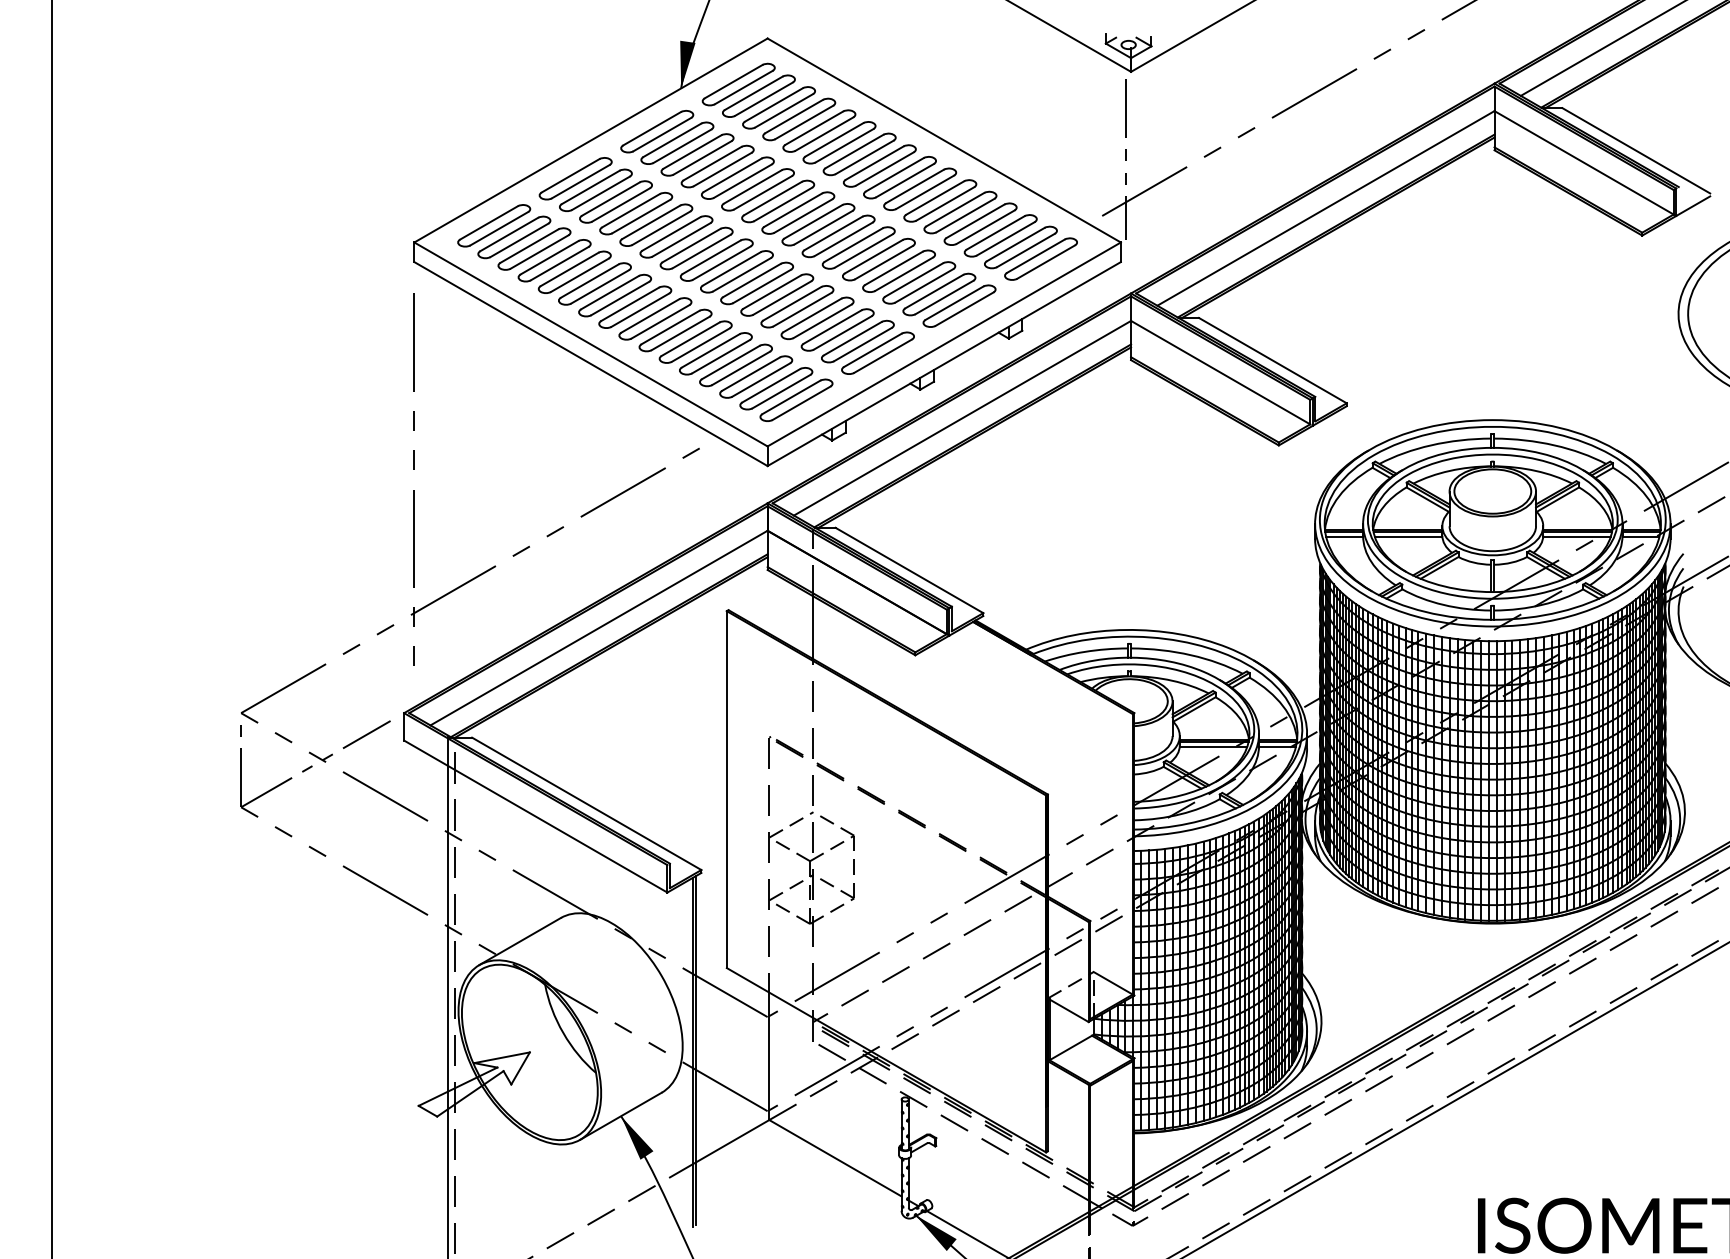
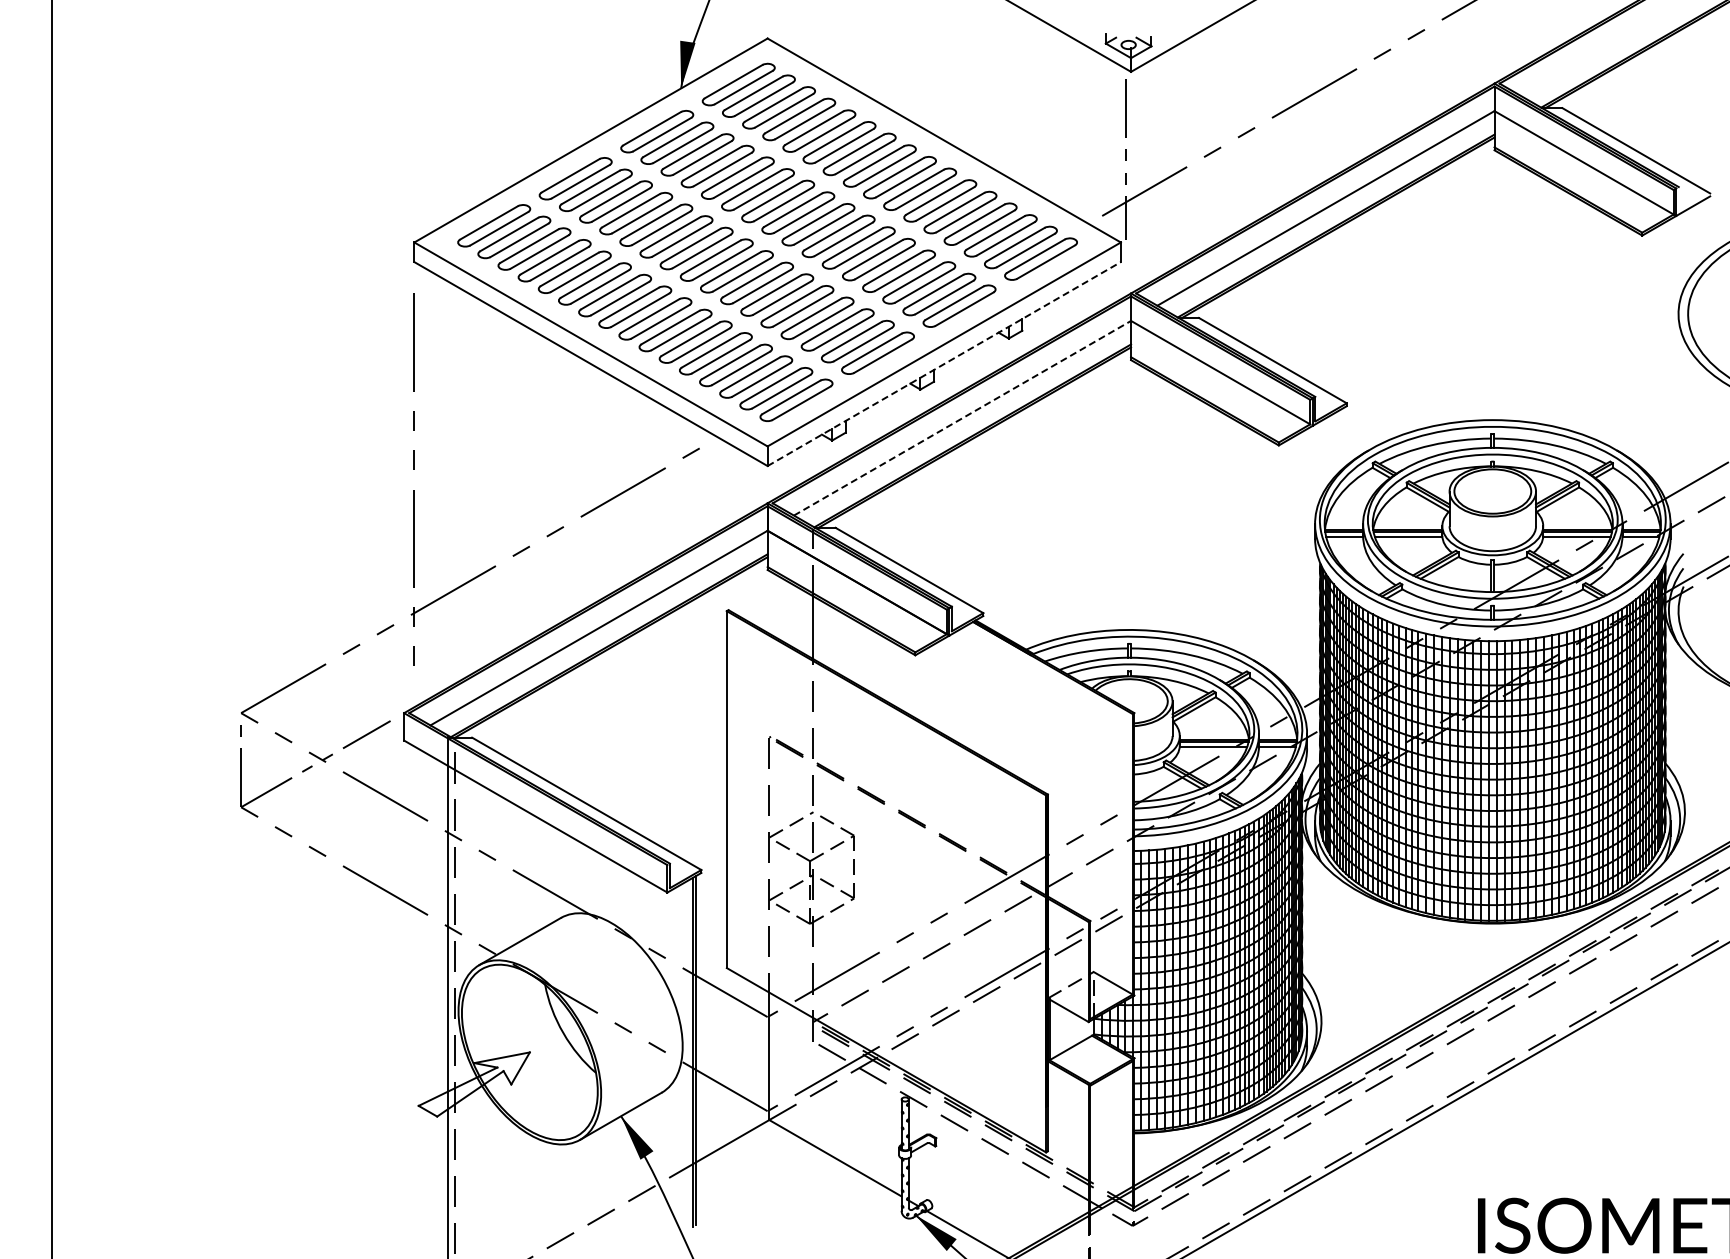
line at (1601, 48): present -> none
line at (944, 364): solid -> dashed
line at (962, 418): solid -> dashed
